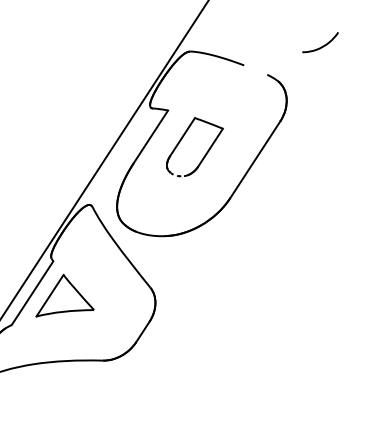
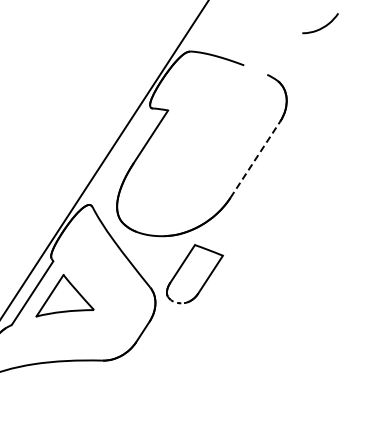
curve at (322, 45) position: (322, 45) -> (322, 26)
part at (205, 153) position: (205, 153) -> (205, 280)
line at (255, 159): solid -> dashed
